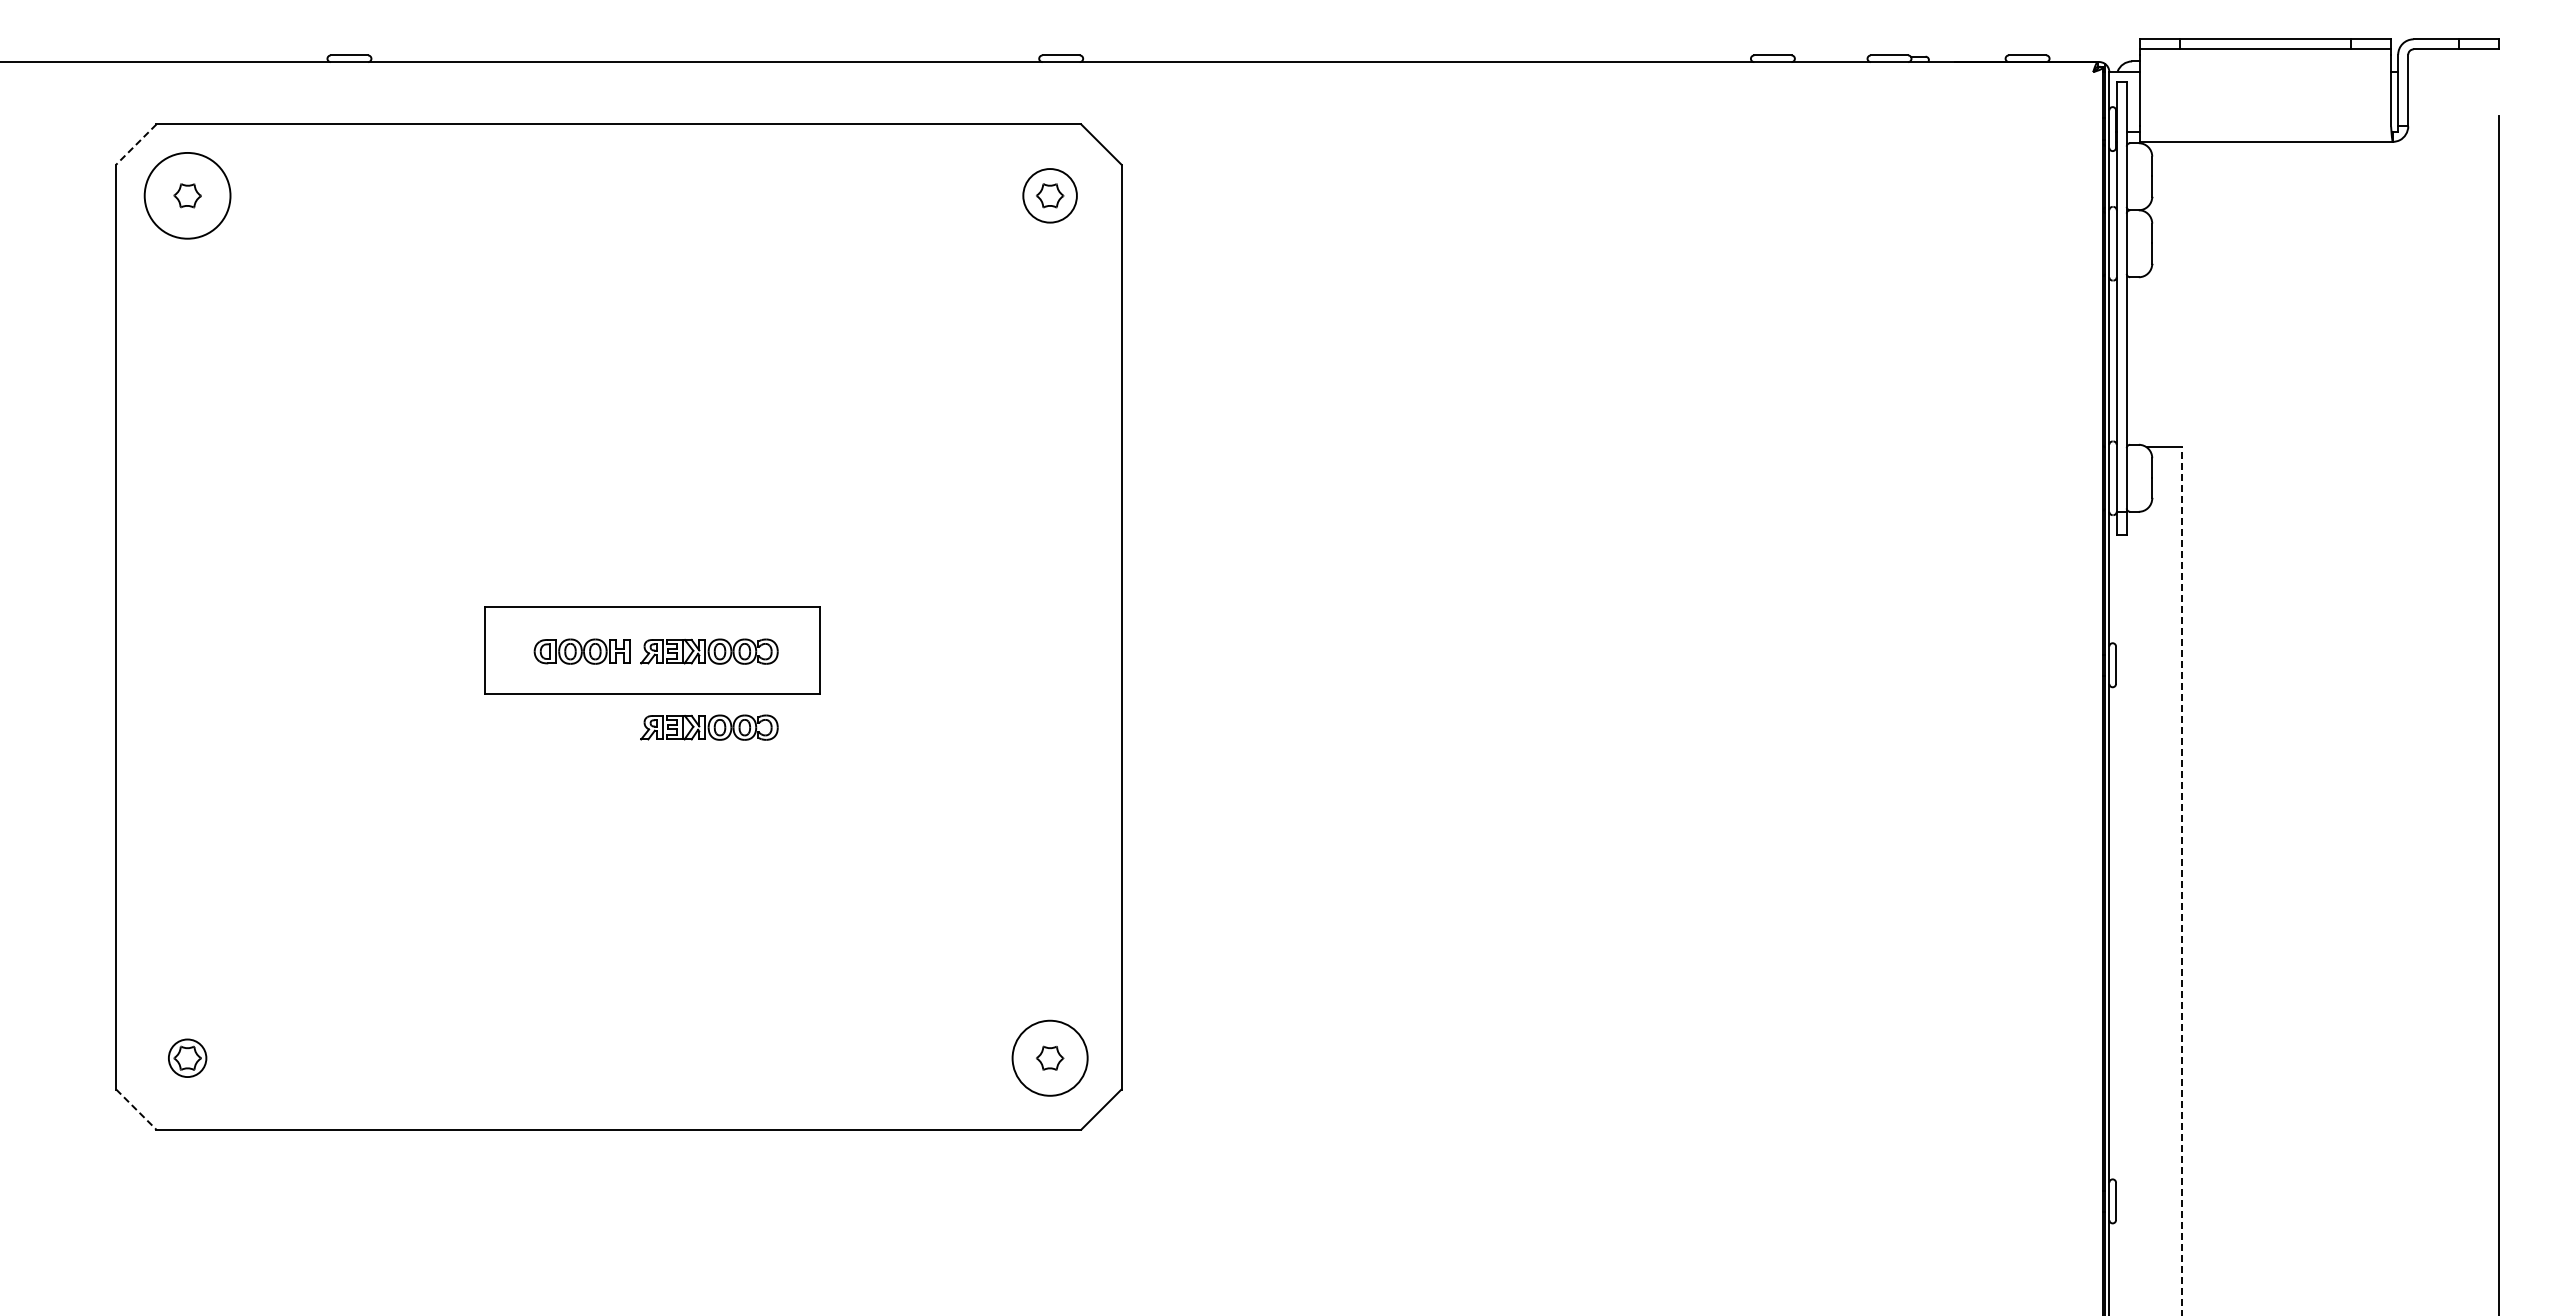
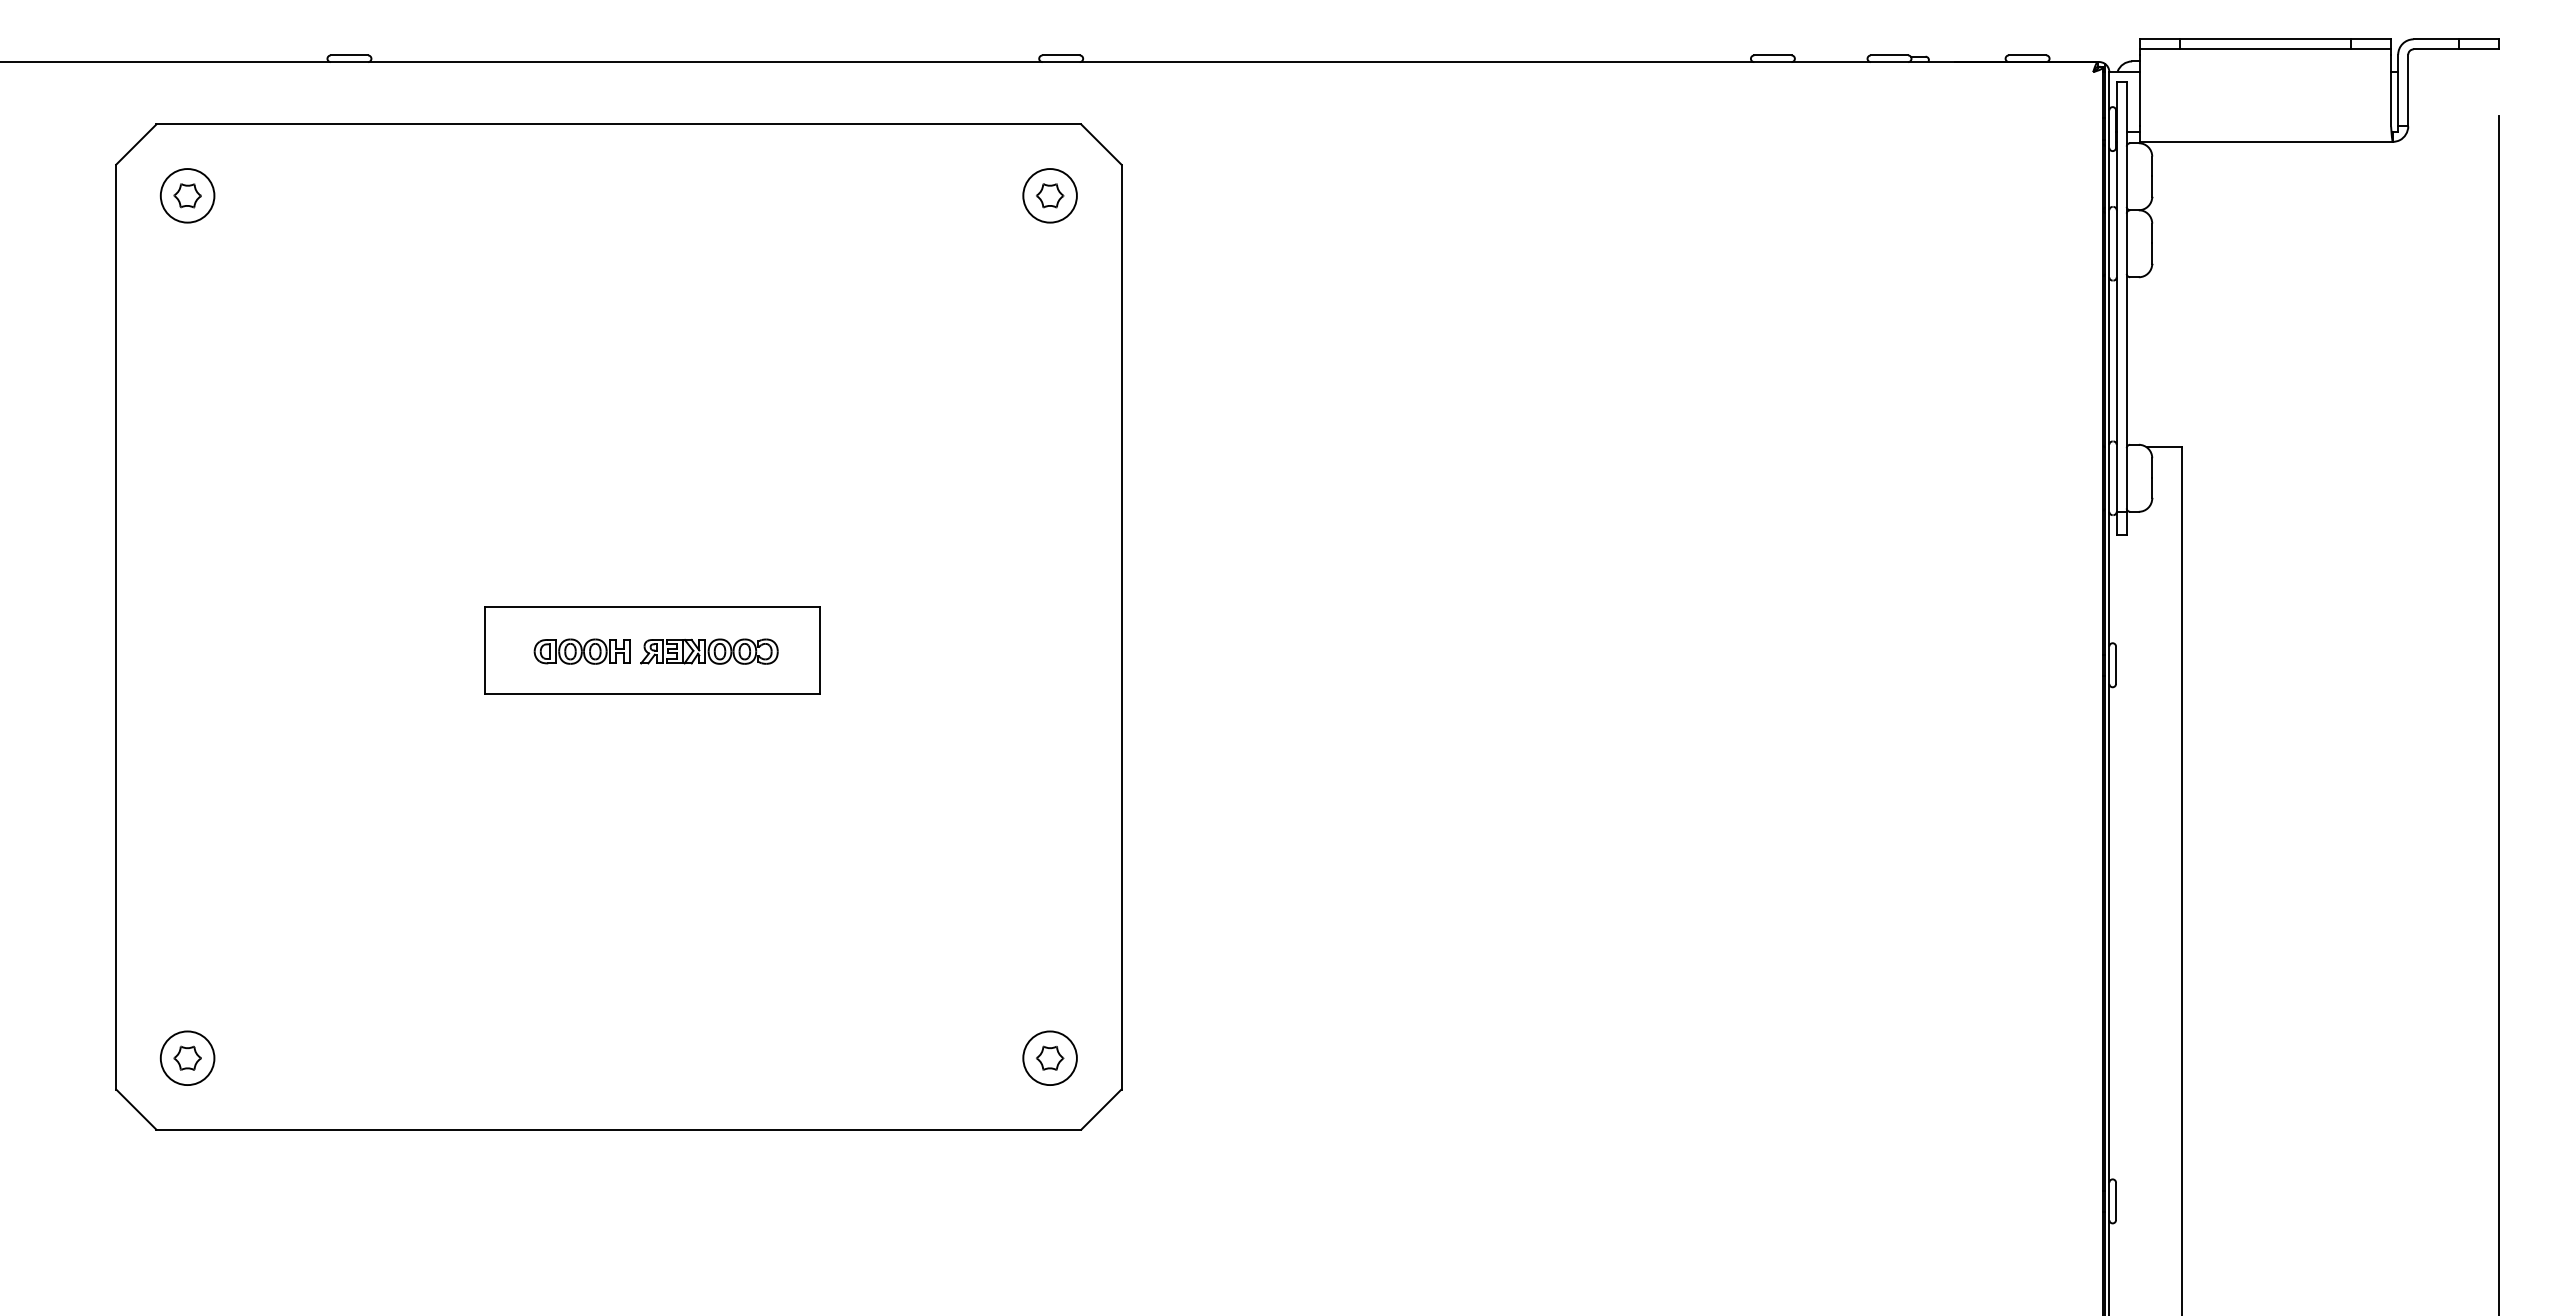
line at (135, 144): dashed -> solid
circle at (187, 195) diameter: 86 px -> 54 px
part at (709, 727): present -> none
line at (2181, 881): dashed -> solid
circle at (1049, 1057) diameter: 75 px -> 54 px
circle at (187, 1058) diameter: 38 px -> 54 px
line at (136, 1109): dashed -> solid
